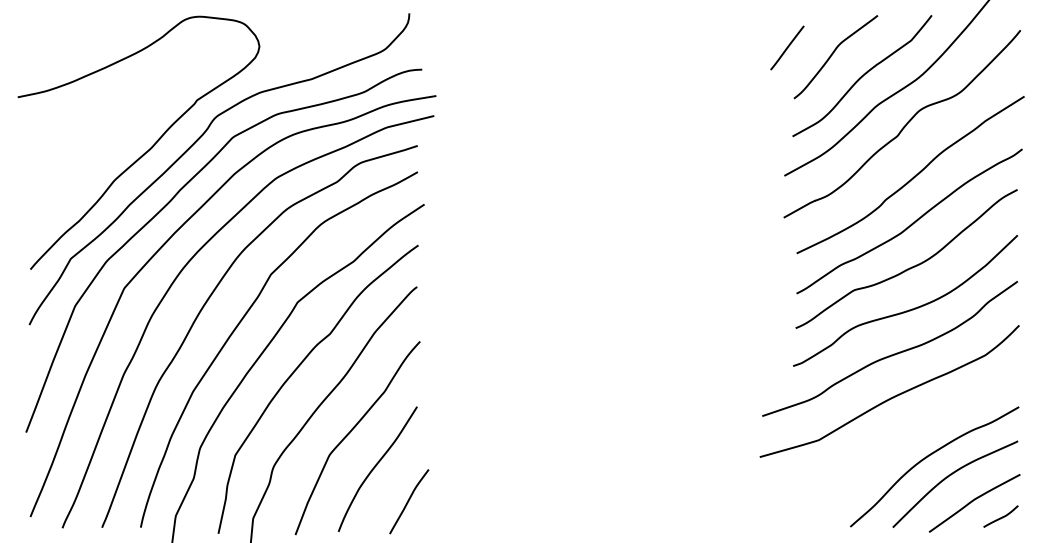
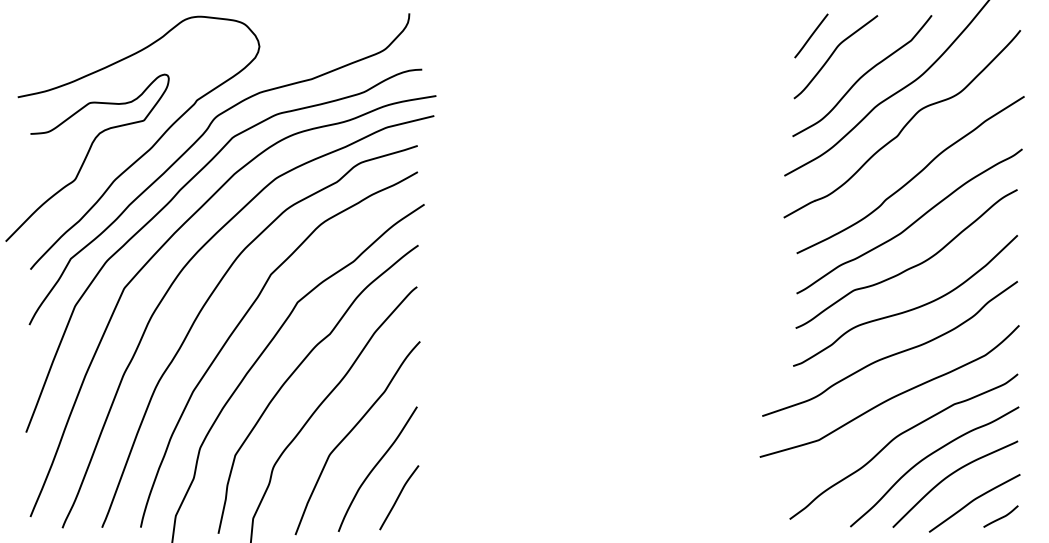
line at (787, 47) position: (787, 47) -> (811, 35)
curve at (87, 156): none -> present
curve at (896, 438): none -> present
curve at (409, 501) position: (409, 501) -> (399, 497)
